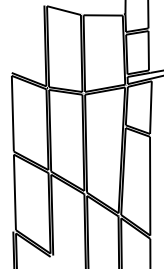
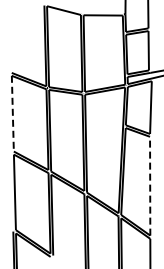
line at (12, 113): solid -> dashed
line at (150, 185): solid -> dashed
